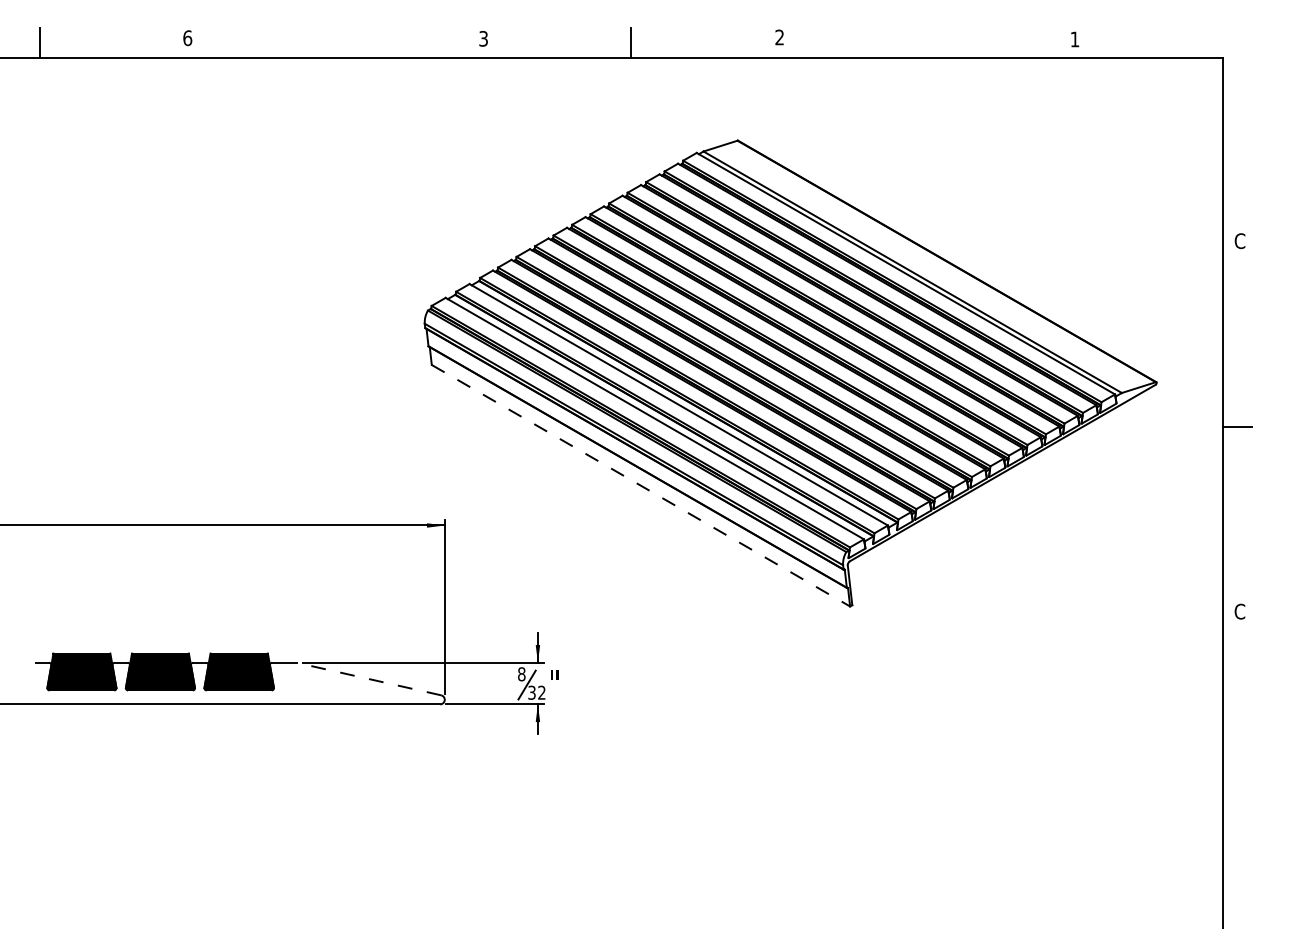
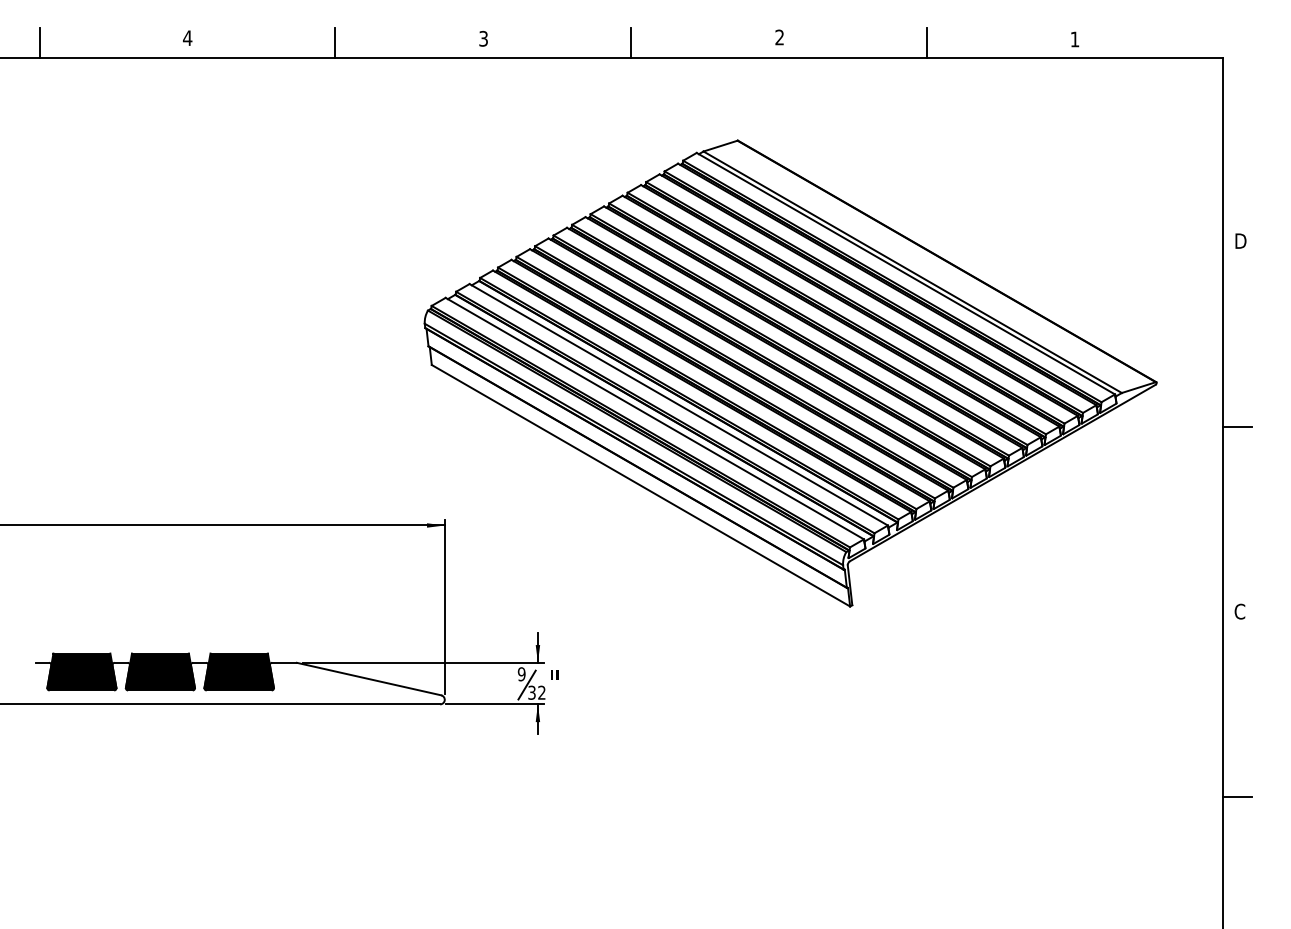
text at (187, 38): 6 -> 4
line at (335, 42): none -> present
line at (926, 42): none -> present
text at (1240, 241): C -> D
line at (640, 485): dashed -> solid
text at (521, 674): 8 -> 9
line at (369, 679): dashed -> solid
line at (1237, 797): none -> present
